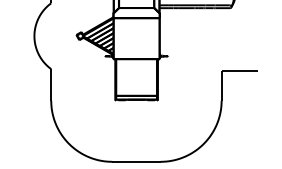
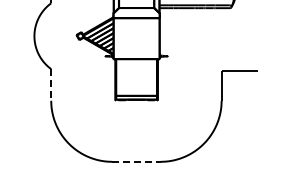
line at (51, 84): solid -> dashed
line at (136, 161): solid -> dashed
